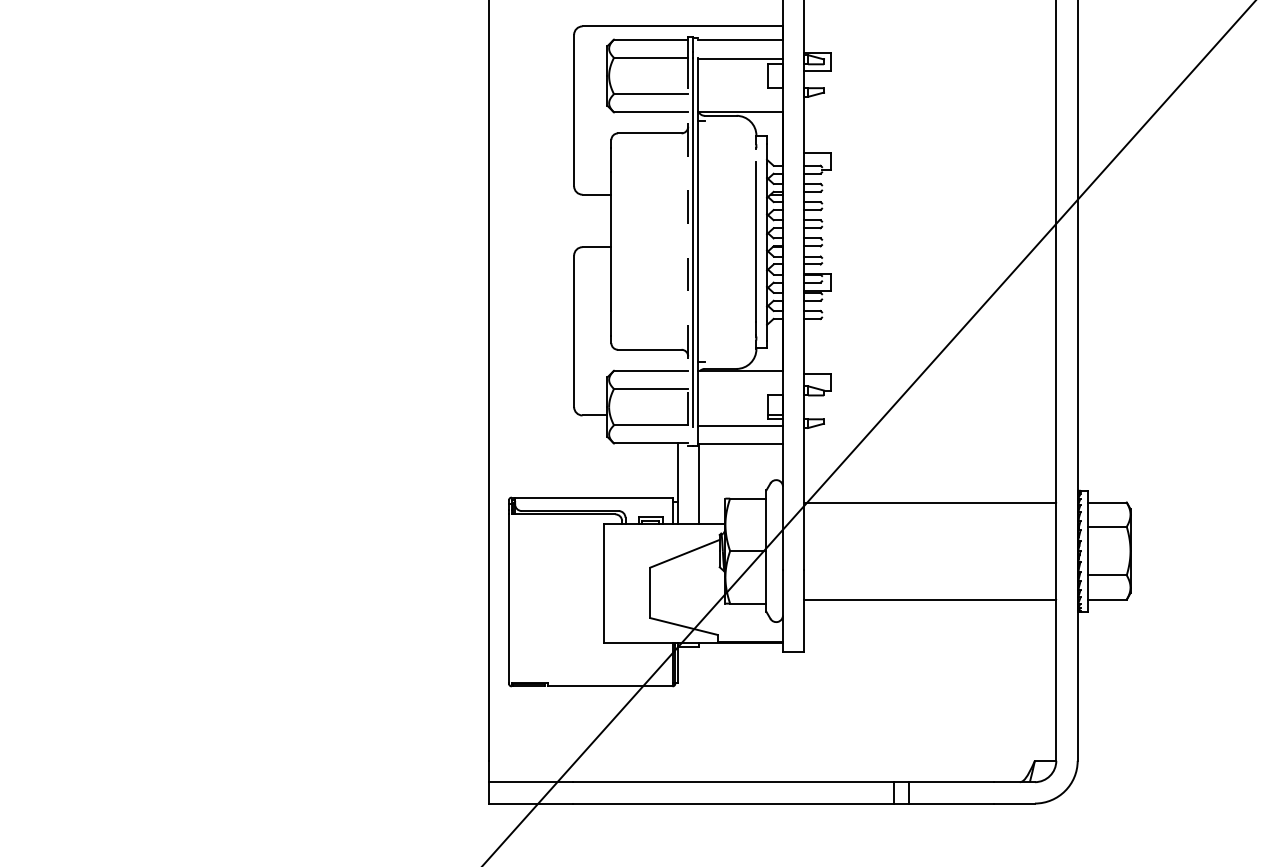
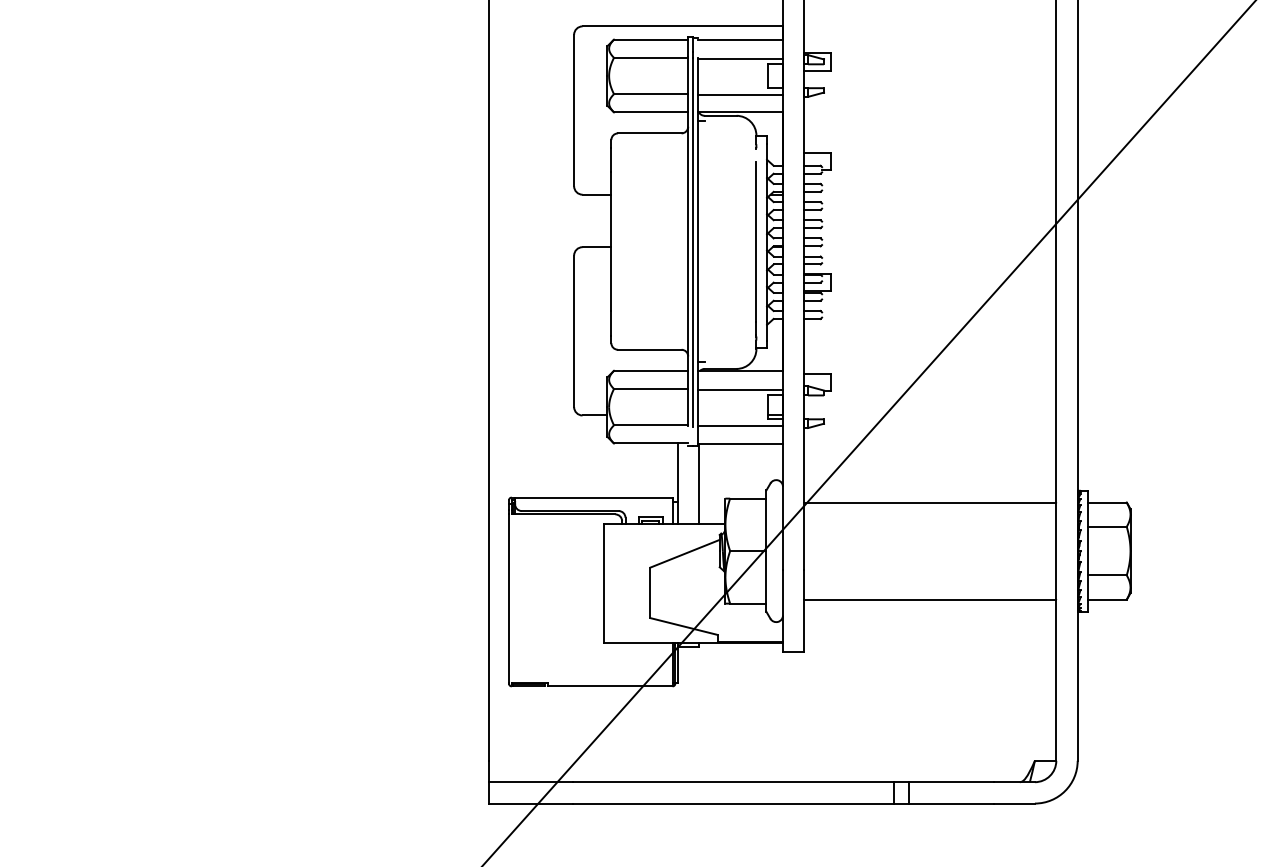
line at (740, 94): none -> present
line at (688, 241): dashed -> solid
line at (740, 390): none -> present
